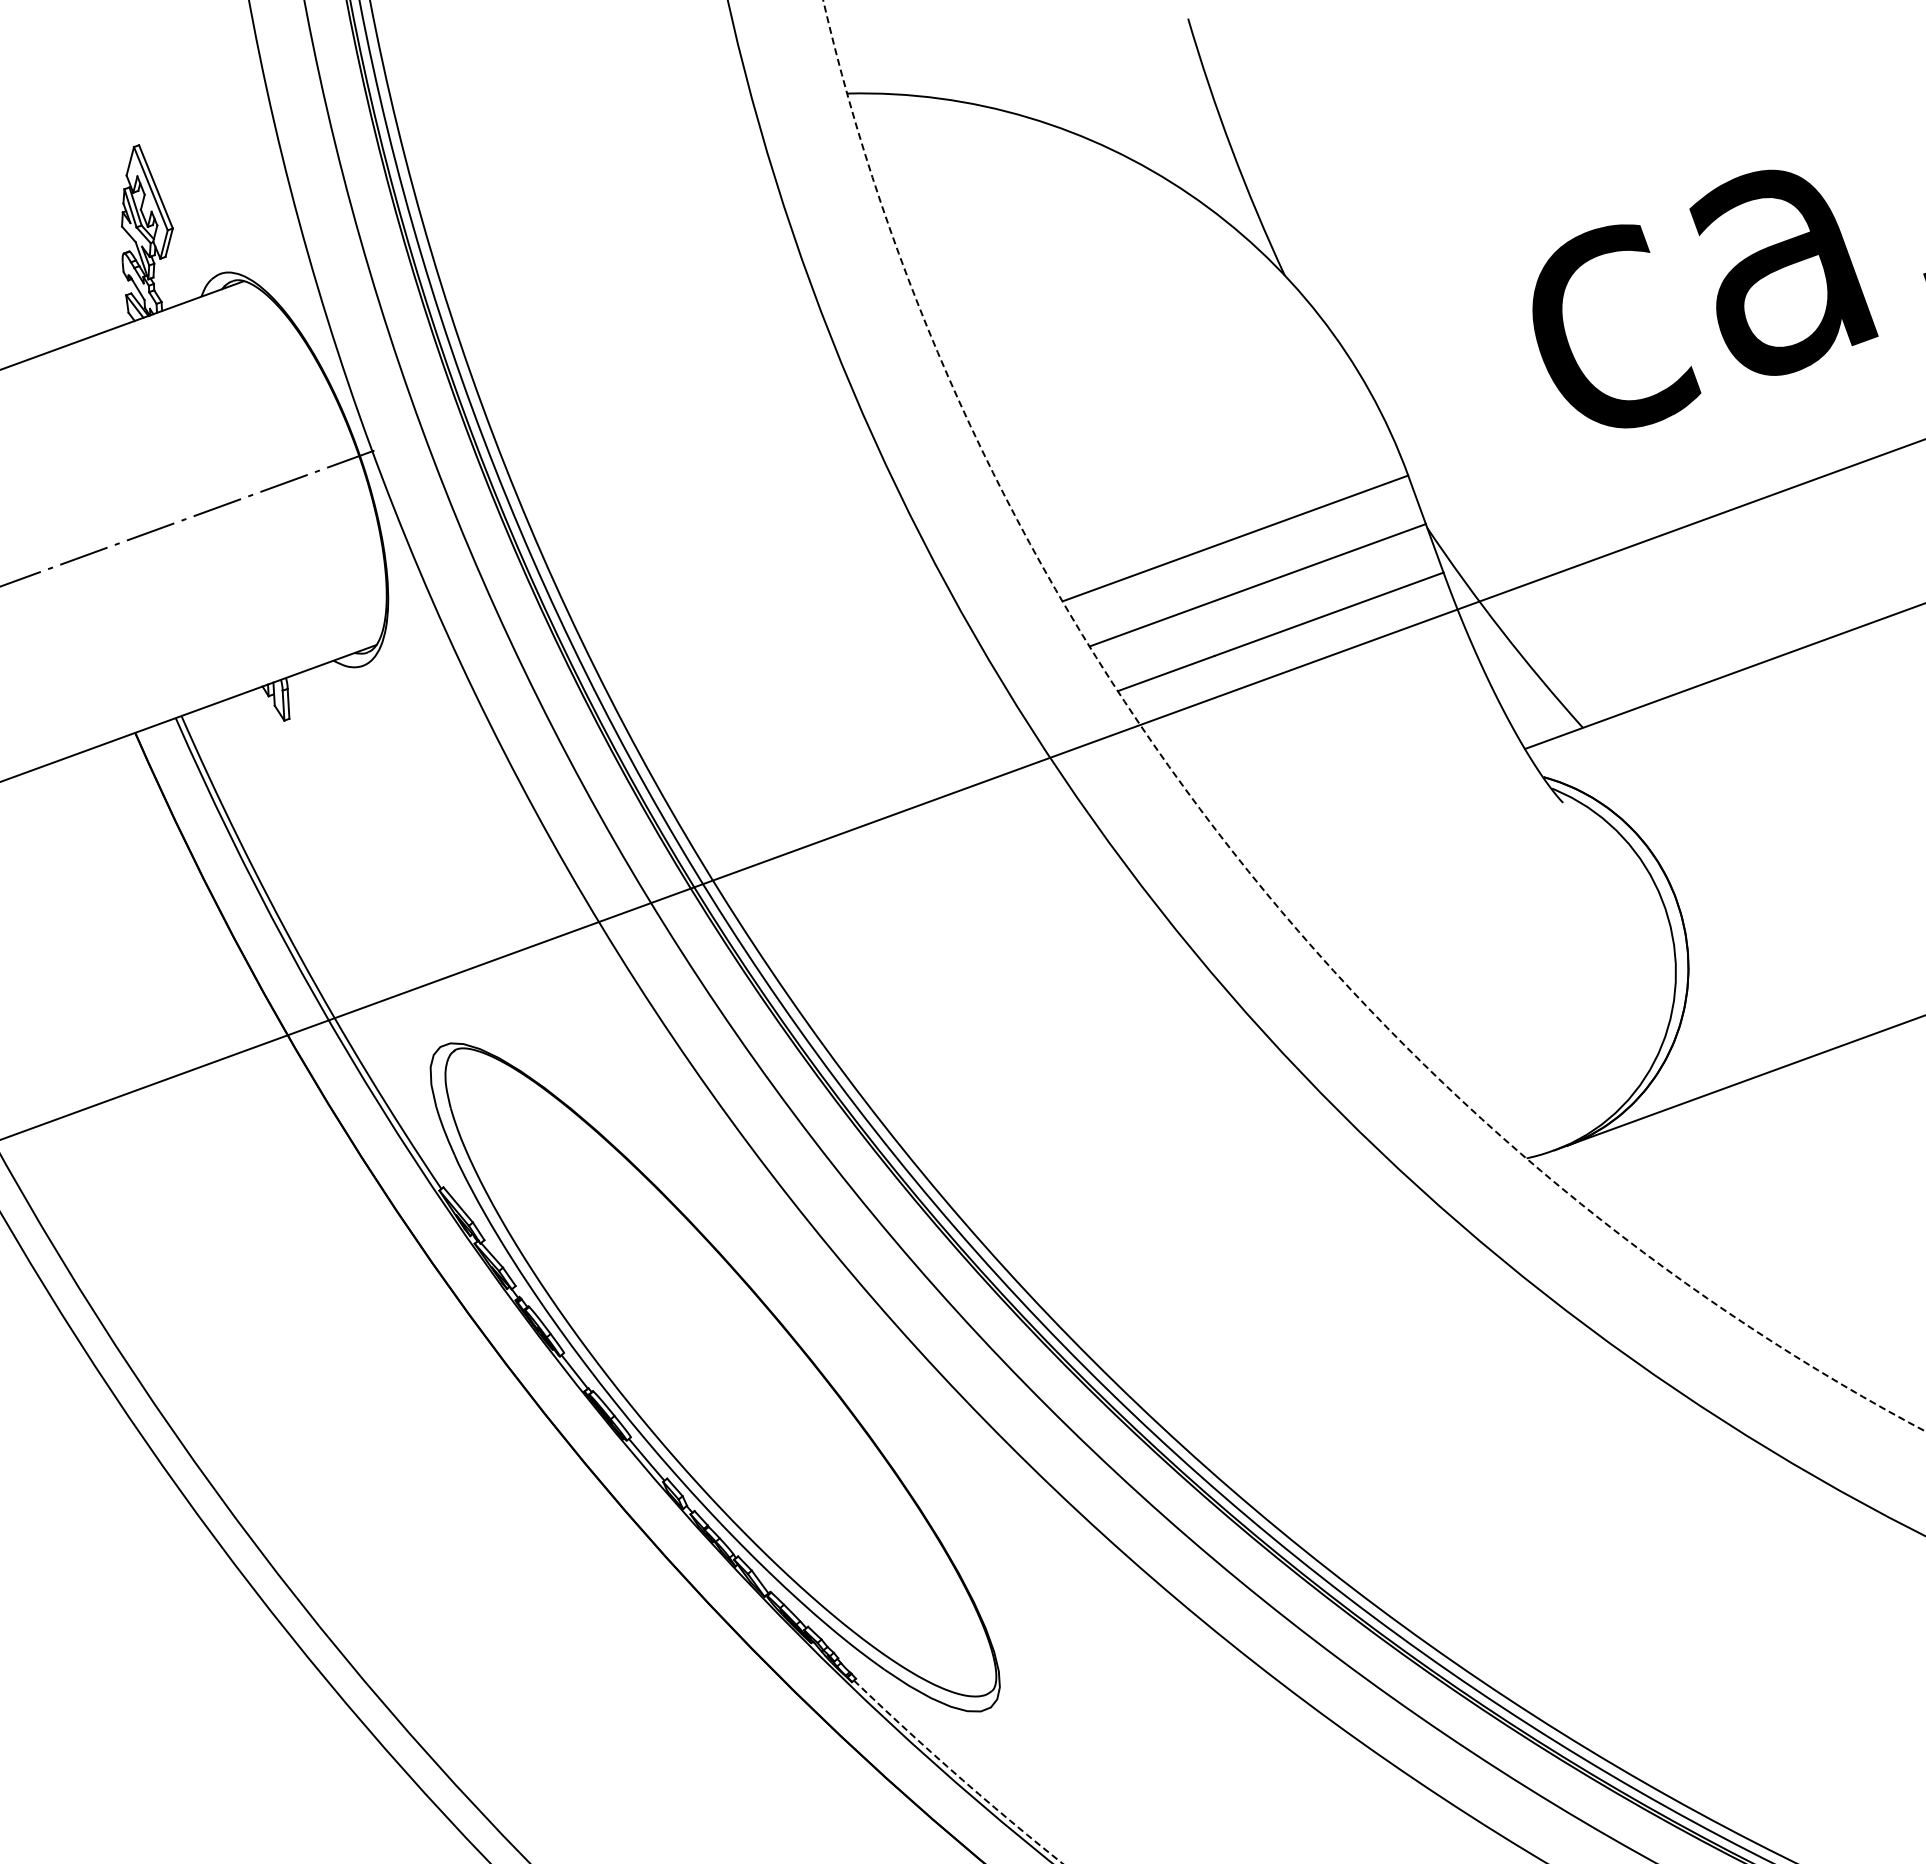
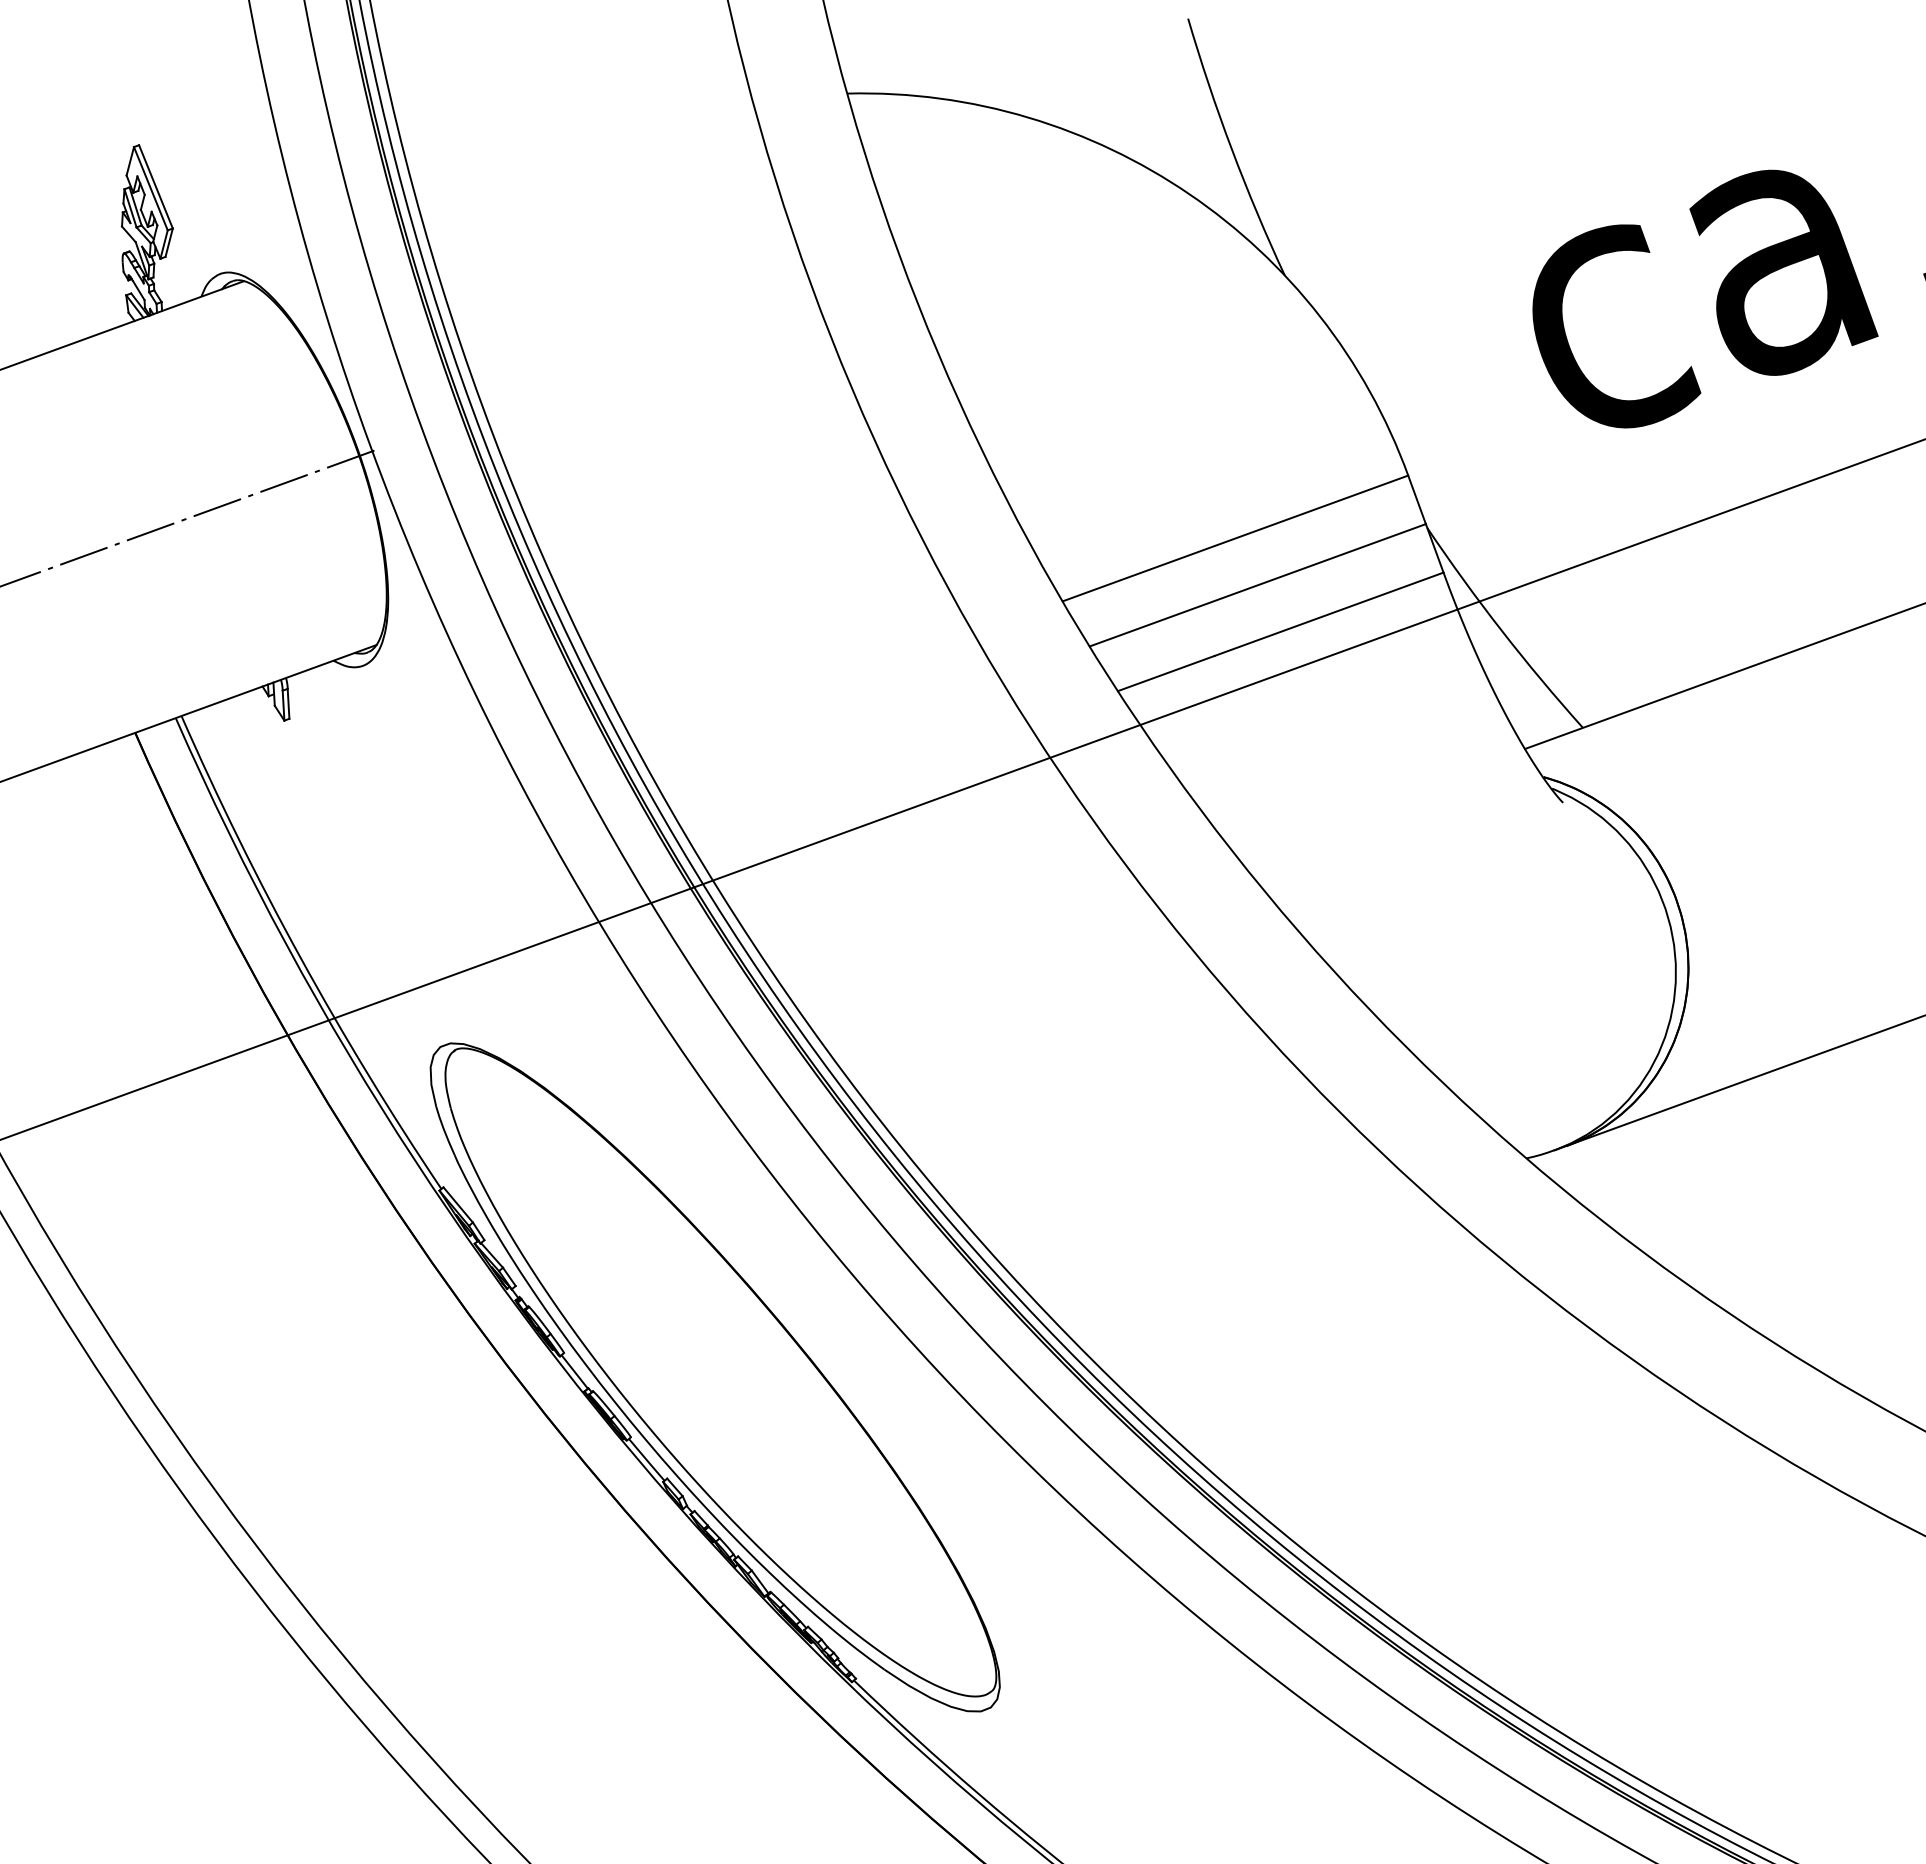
circle at (1374, 715): dashed -> solid
arc at (956, 1774): dashed -> solid
